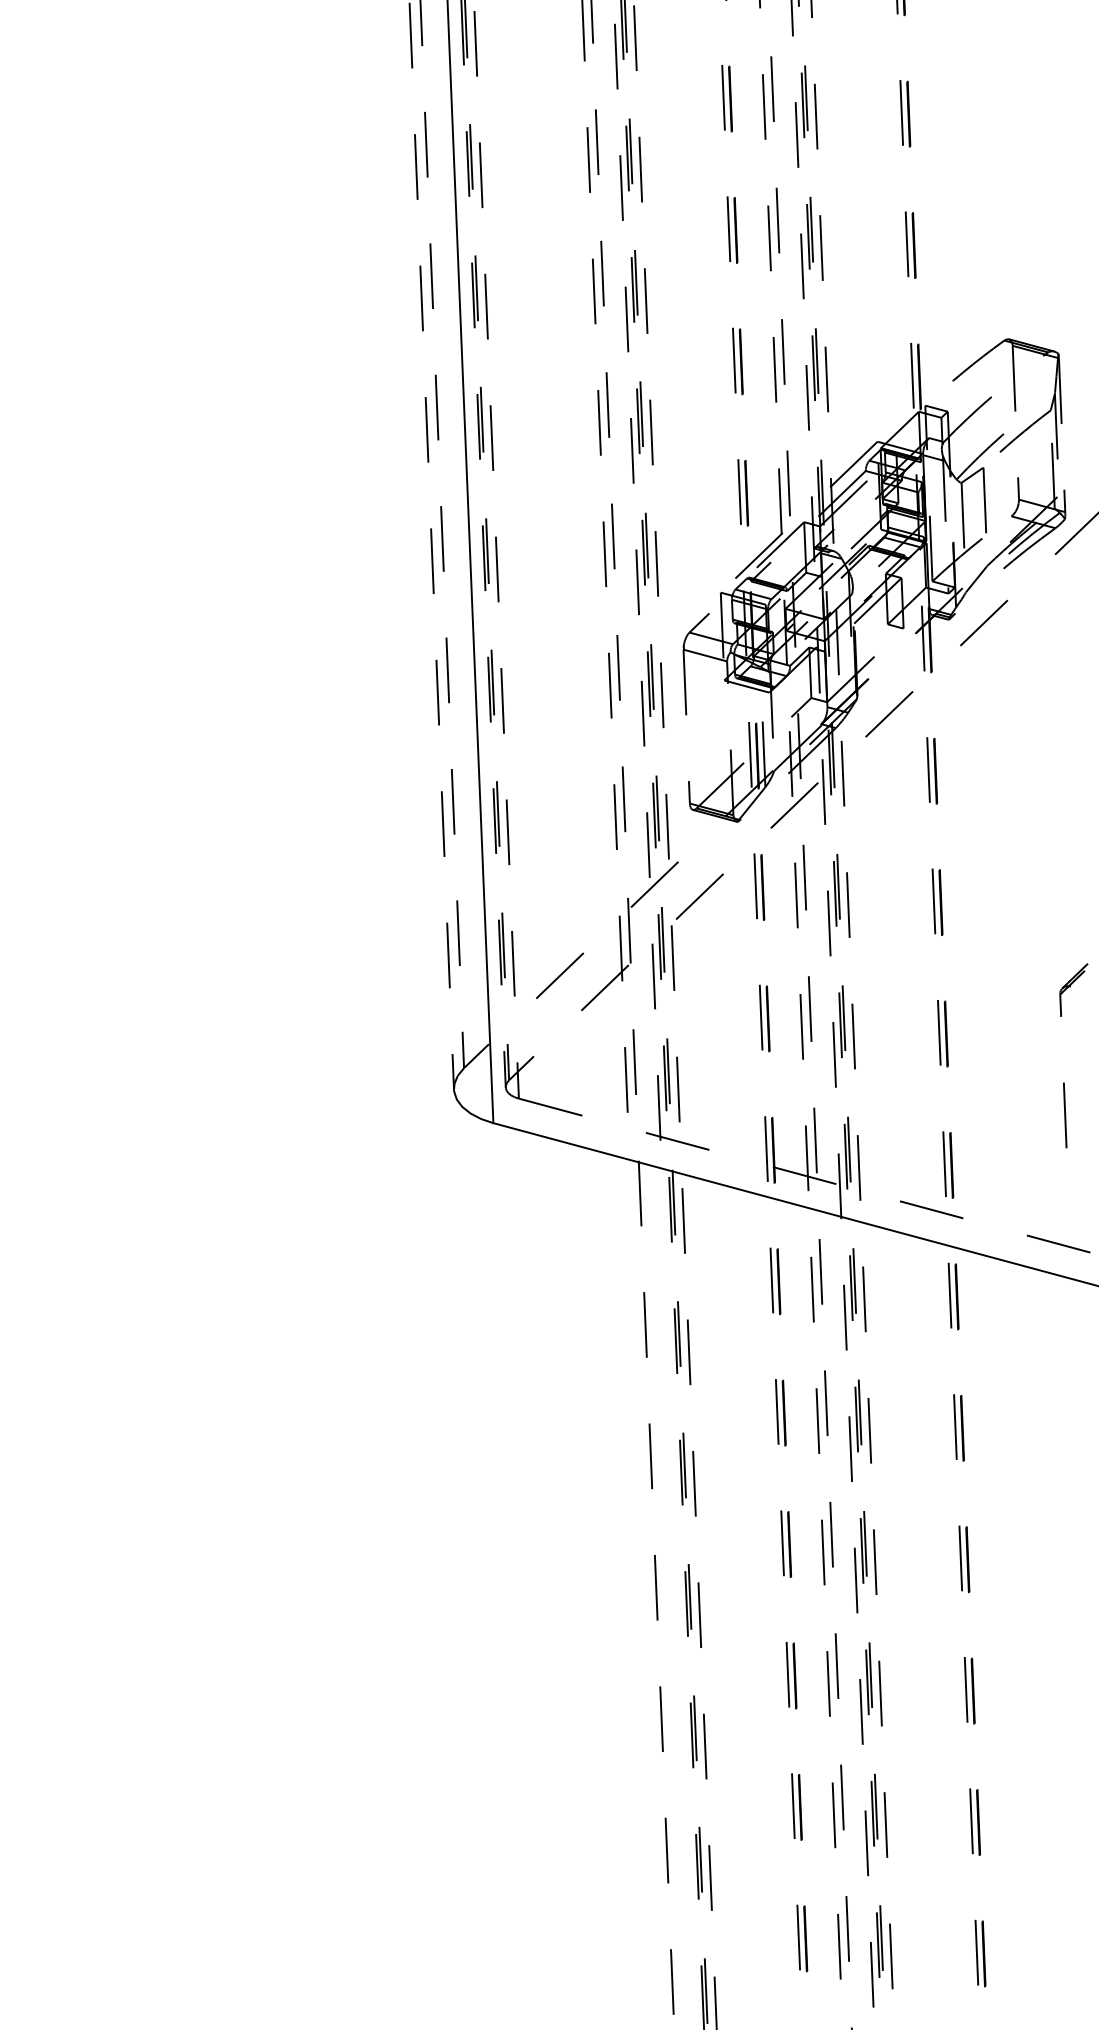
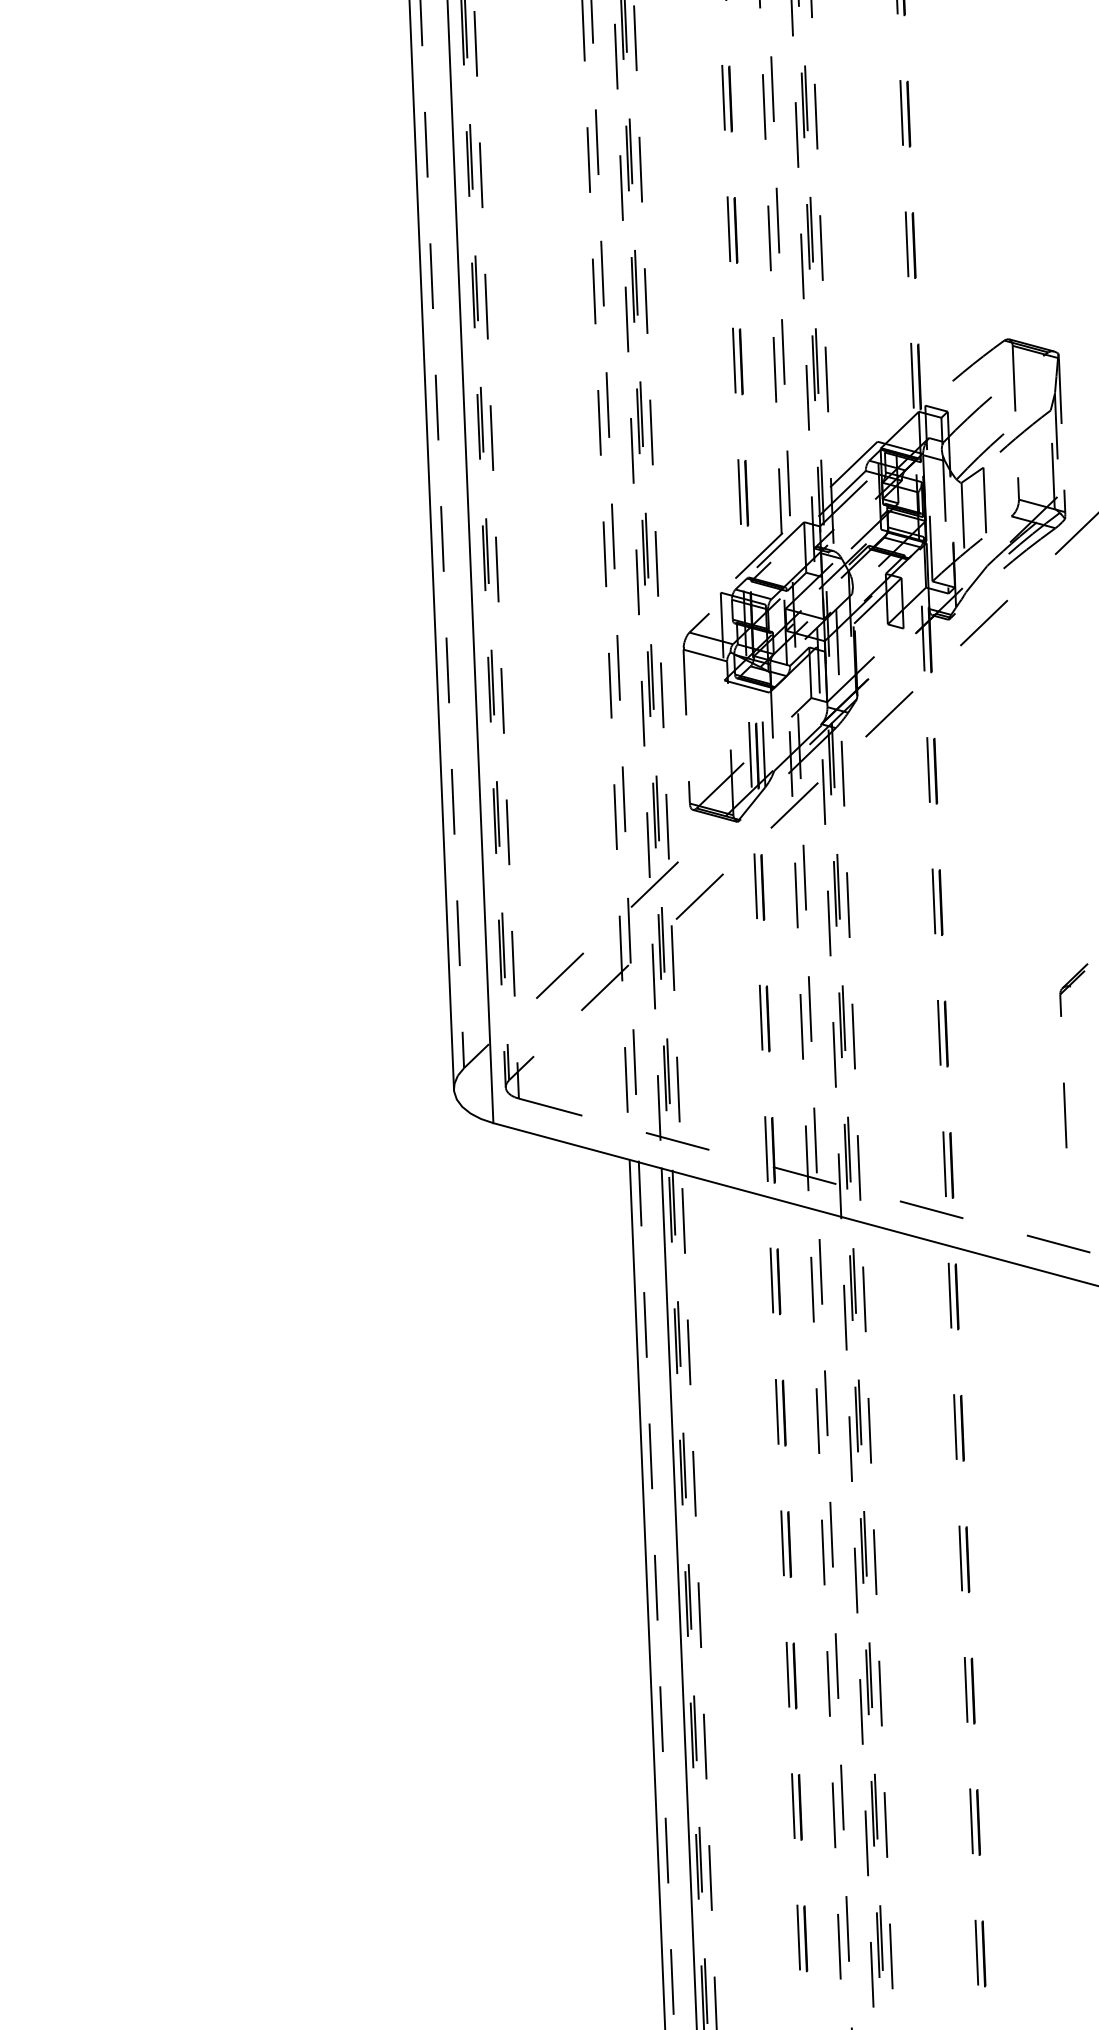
line at (431, 545): dashed -> solid
line at (647, 1592): none -> present
line at (678, 1597): none -> present
